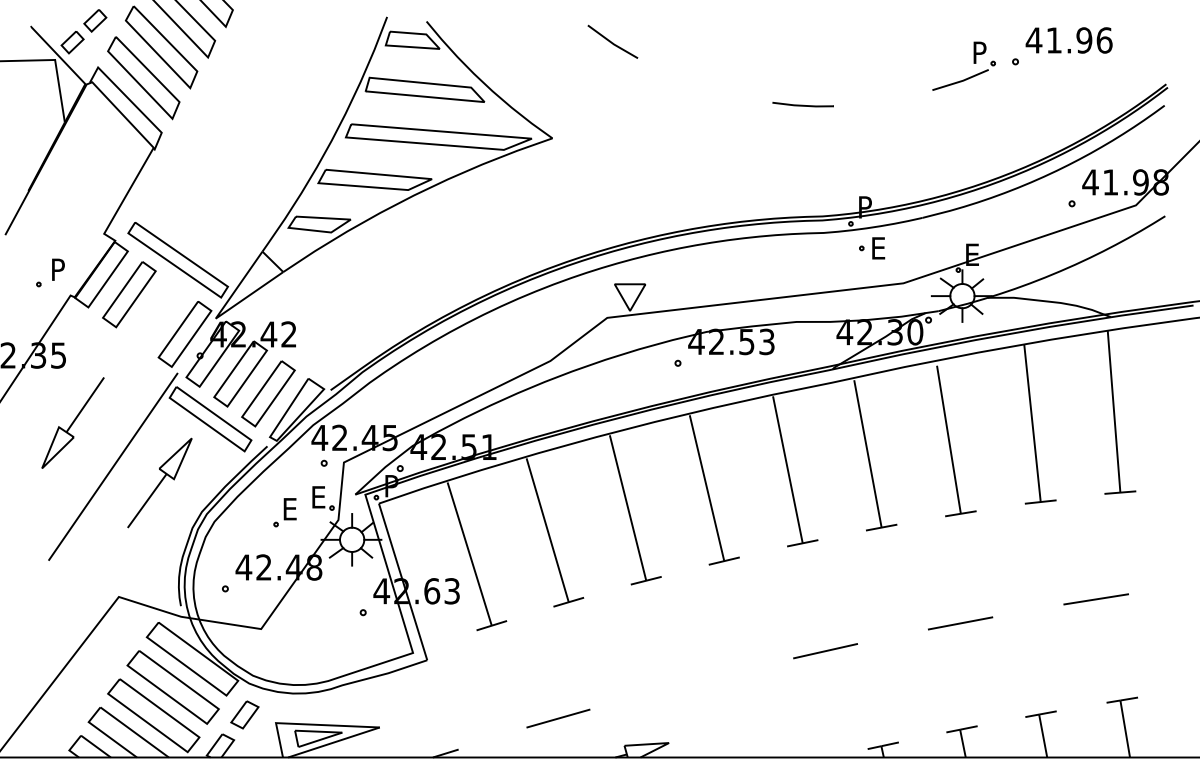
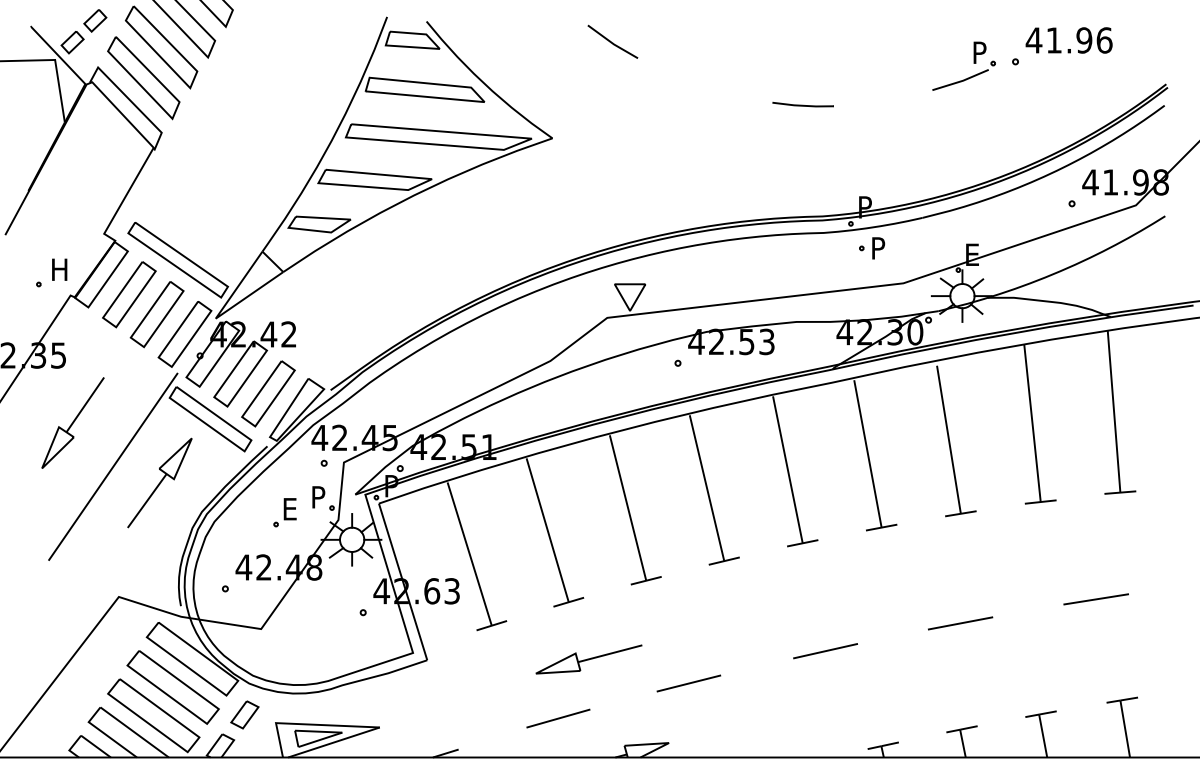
text at (880, 248): E -> P
text at (60, 269): P -> H
part at (156, 314): none -> present
text at (320, 497): E -> P
part at (588, 659): none -> present
line at (688, 683): none -> present
